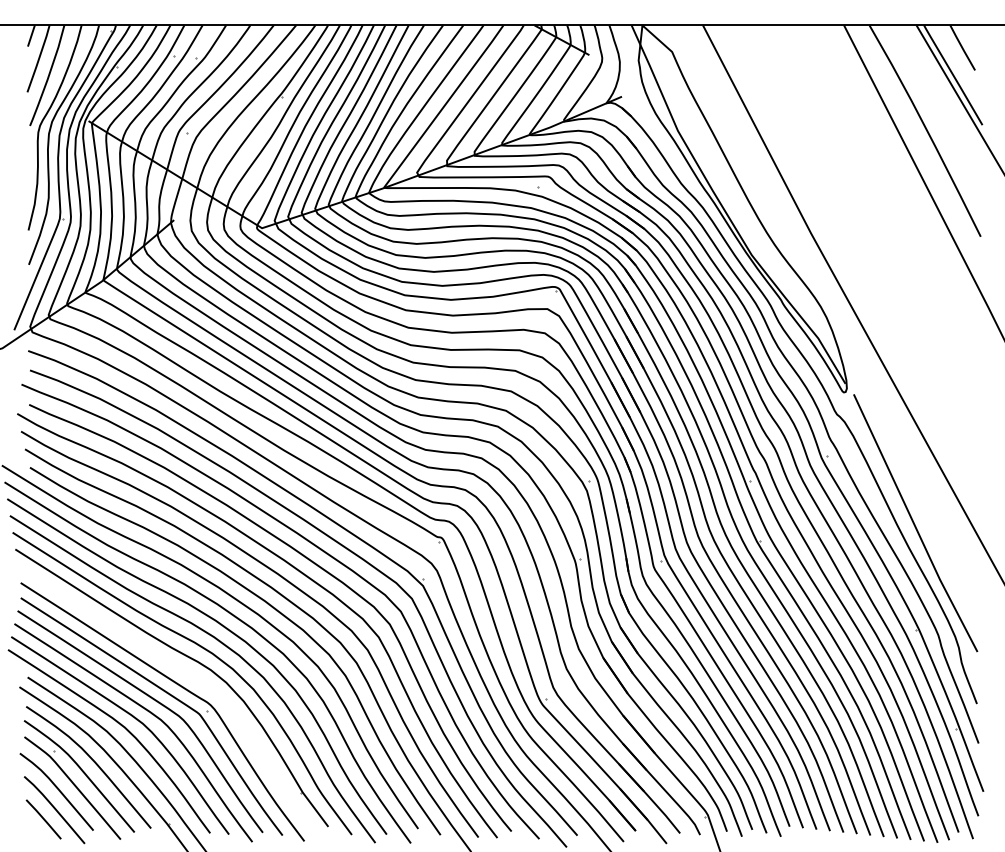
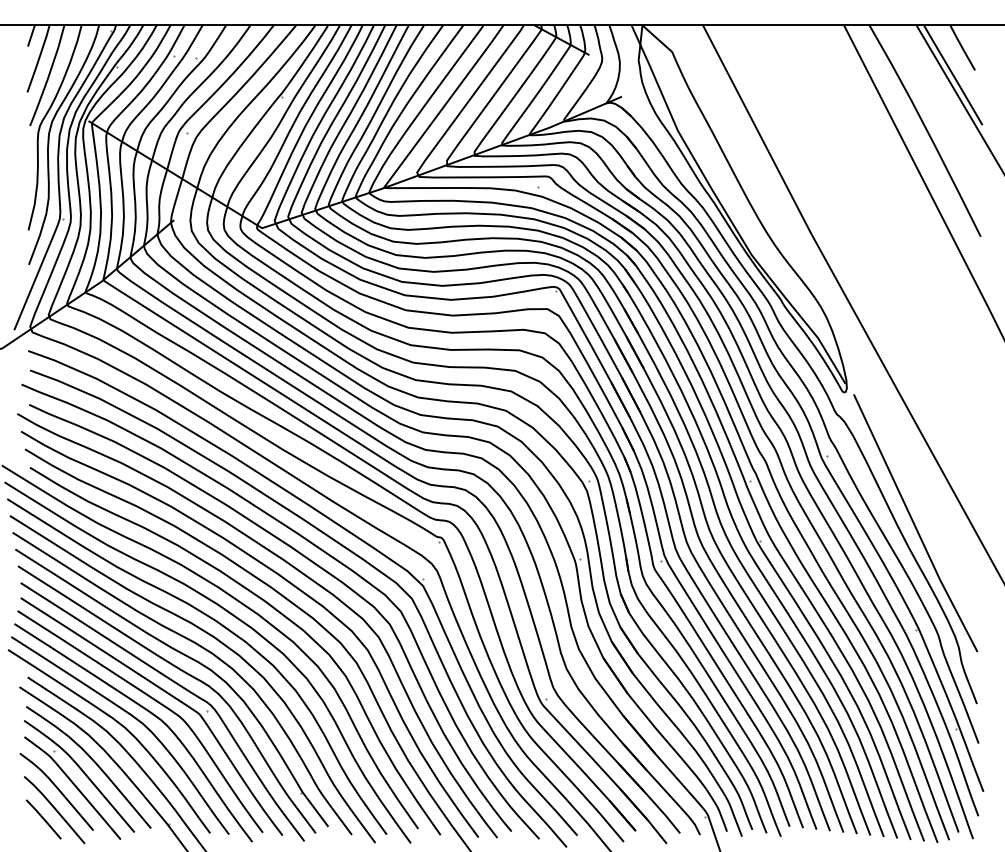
curve at (181, 671): none -> present
